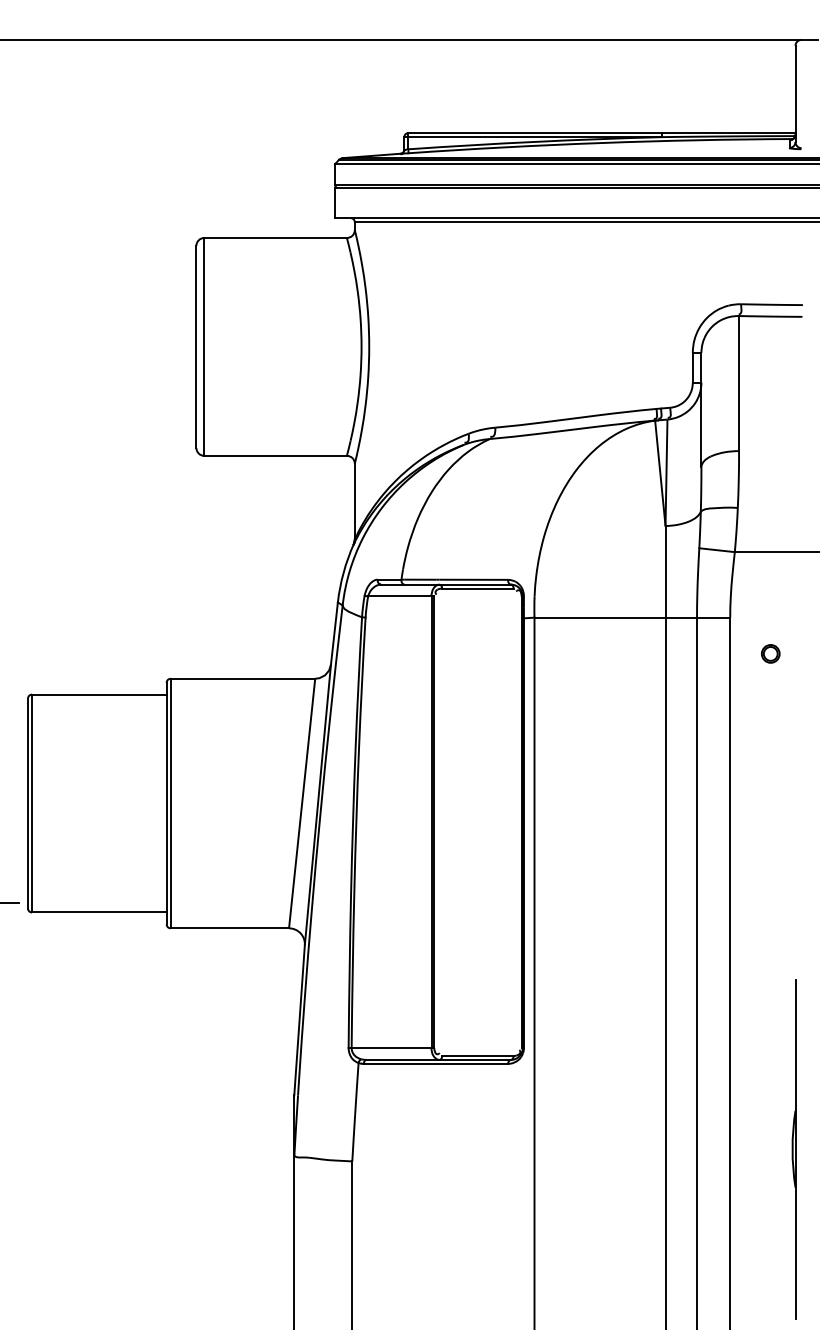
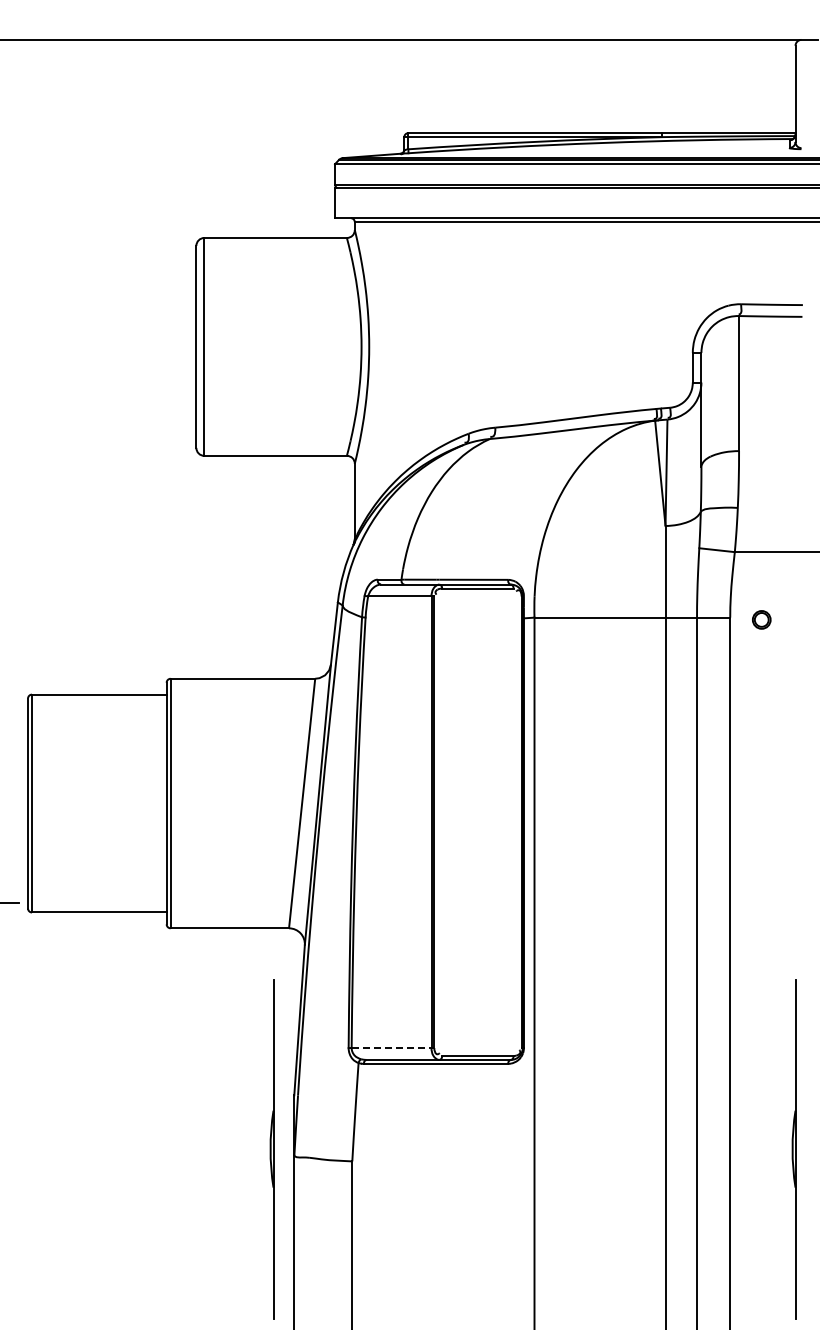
part at (770, 653) position: (770, 653) -> (761, 619)
line at (393, 1048): solid -> dashed
part at (271, 1149): none -> present
